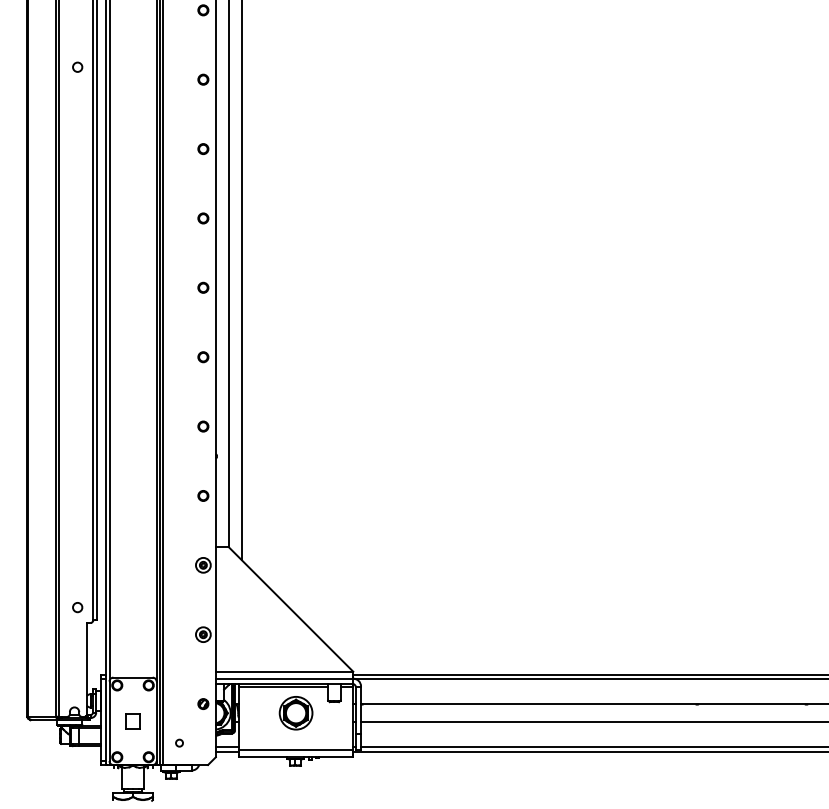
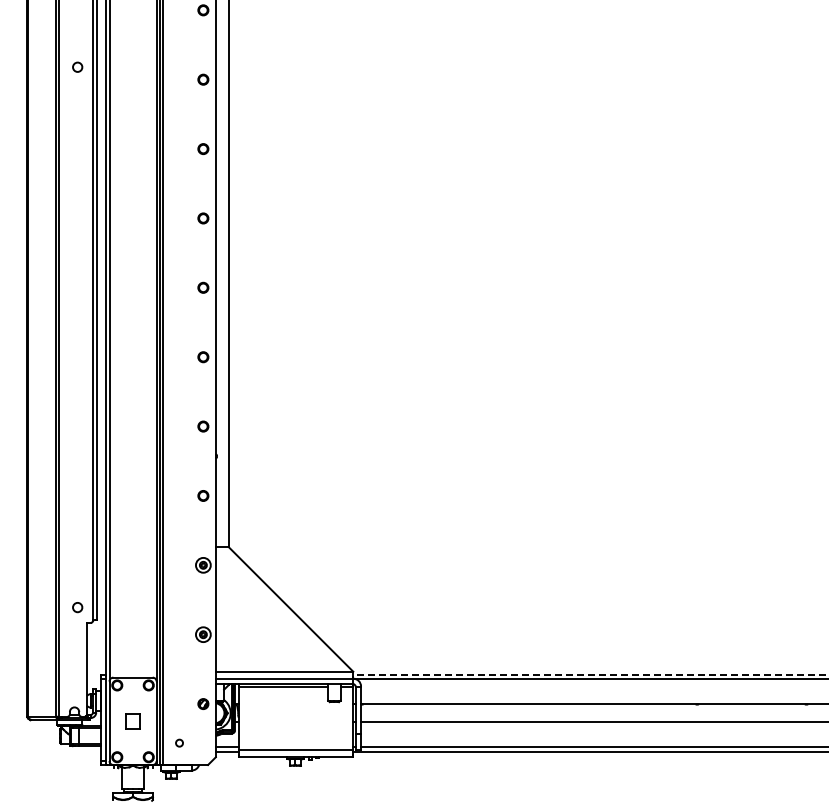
line at (242, 281): present -> none
line at (590, 674): solid -> dashed
part at (295, 713): present -> none
